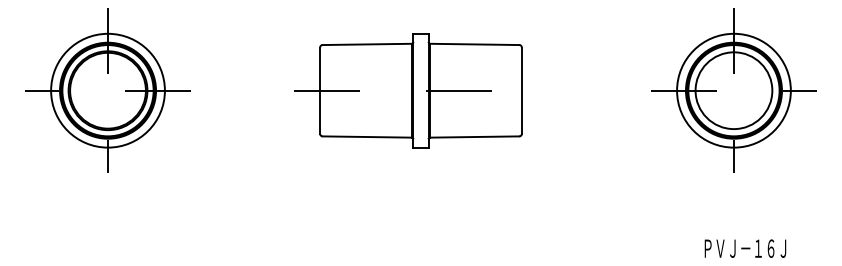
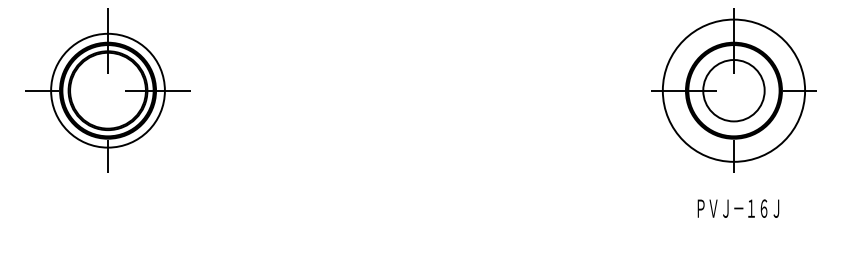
part at (408, 90): present -> none
circle at (733, 90) diameter: 114 px -> 142 px
circle at (733, 90) diameter: 77 px -> 61 px
text at (745, 248) position: (745, 248) -> (738, 208)
